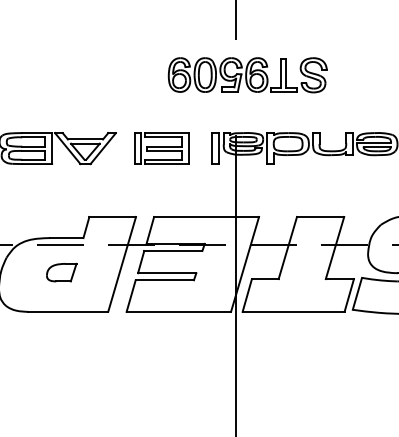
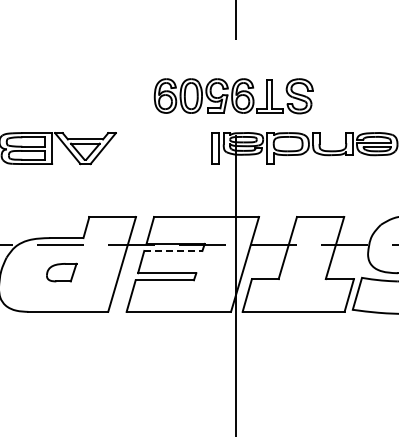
part at (247, 75) position: (247, 75) -> (233, 96)
part at (161, 148): present -> none
line at (173, 250): solid -> dashed
